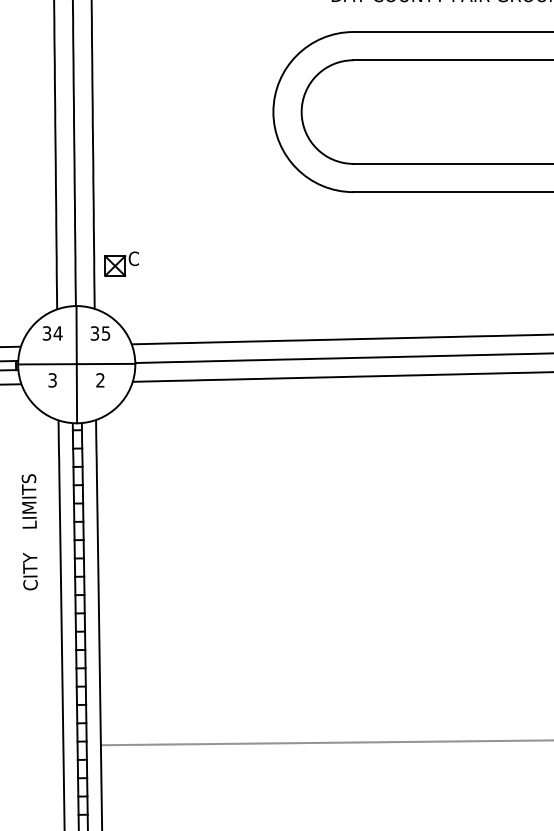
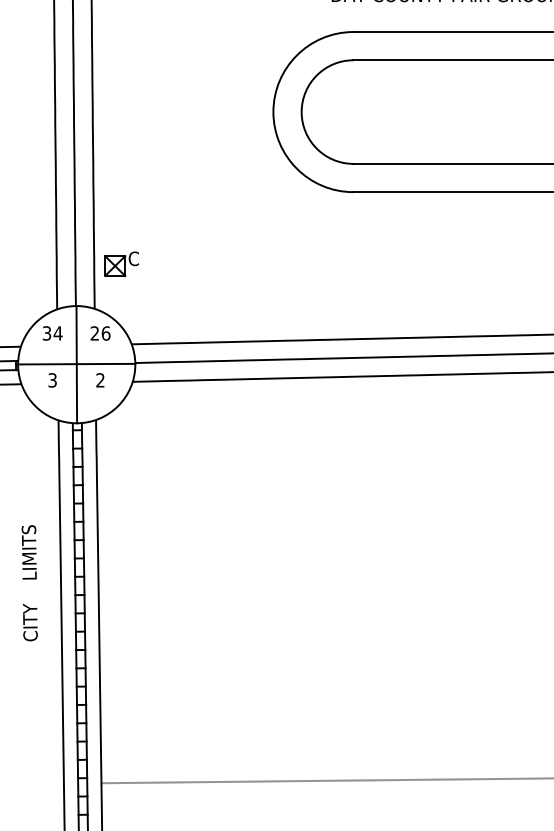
text at (100, 333): 35 -> 26
text at (29, 532) position: (29, 532) -> (29, 583)
line at (325, 742) position: (325, 742) -> (325, 780)
